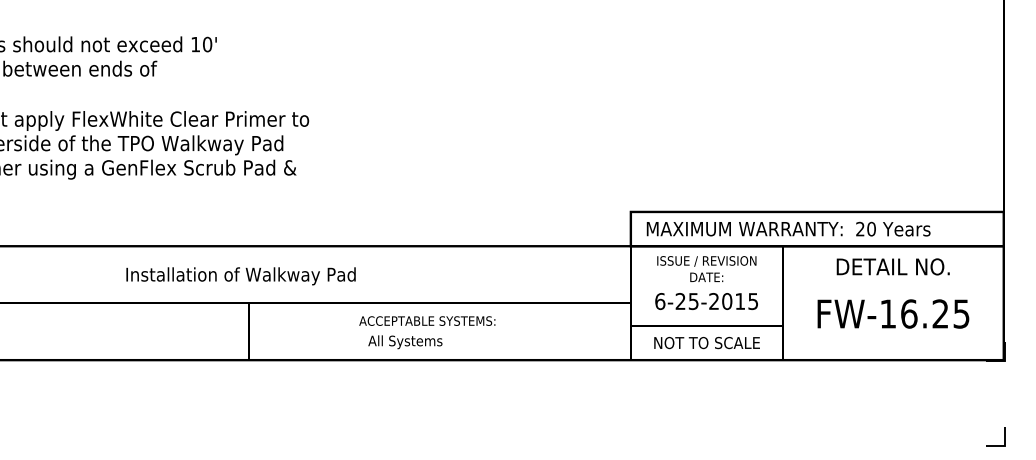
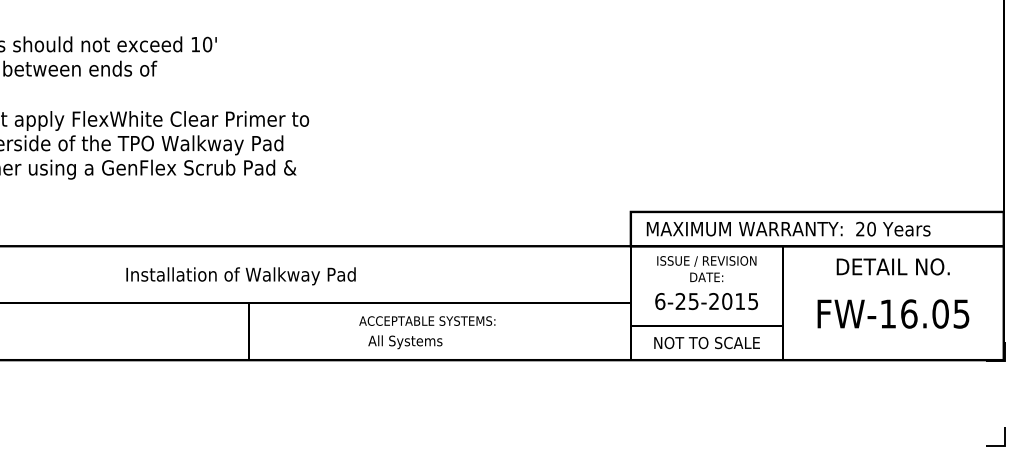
text at (940, 313): FW-16.25 -> FW-16.05
